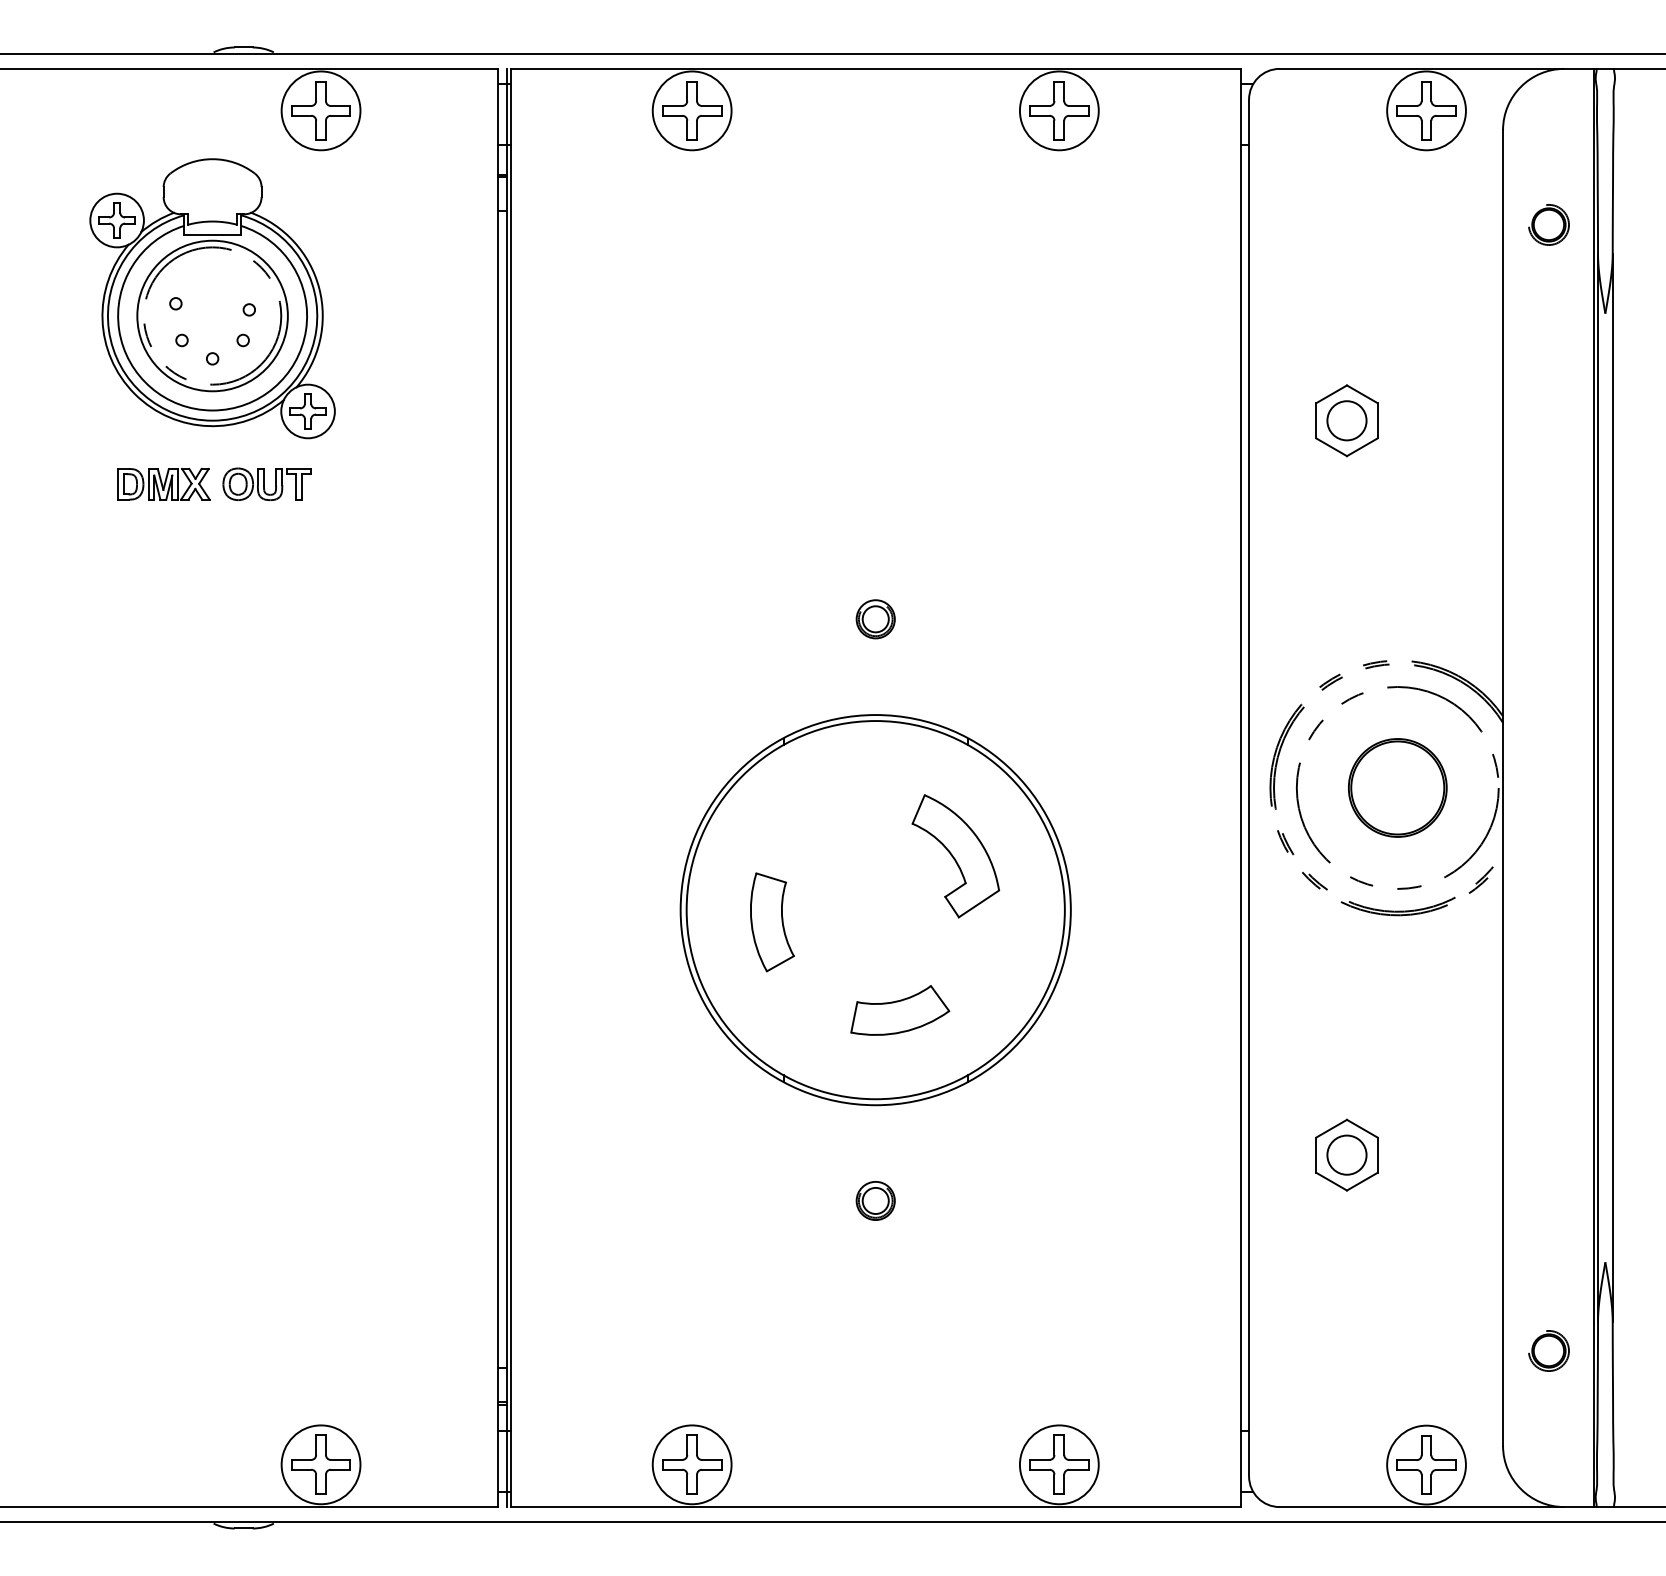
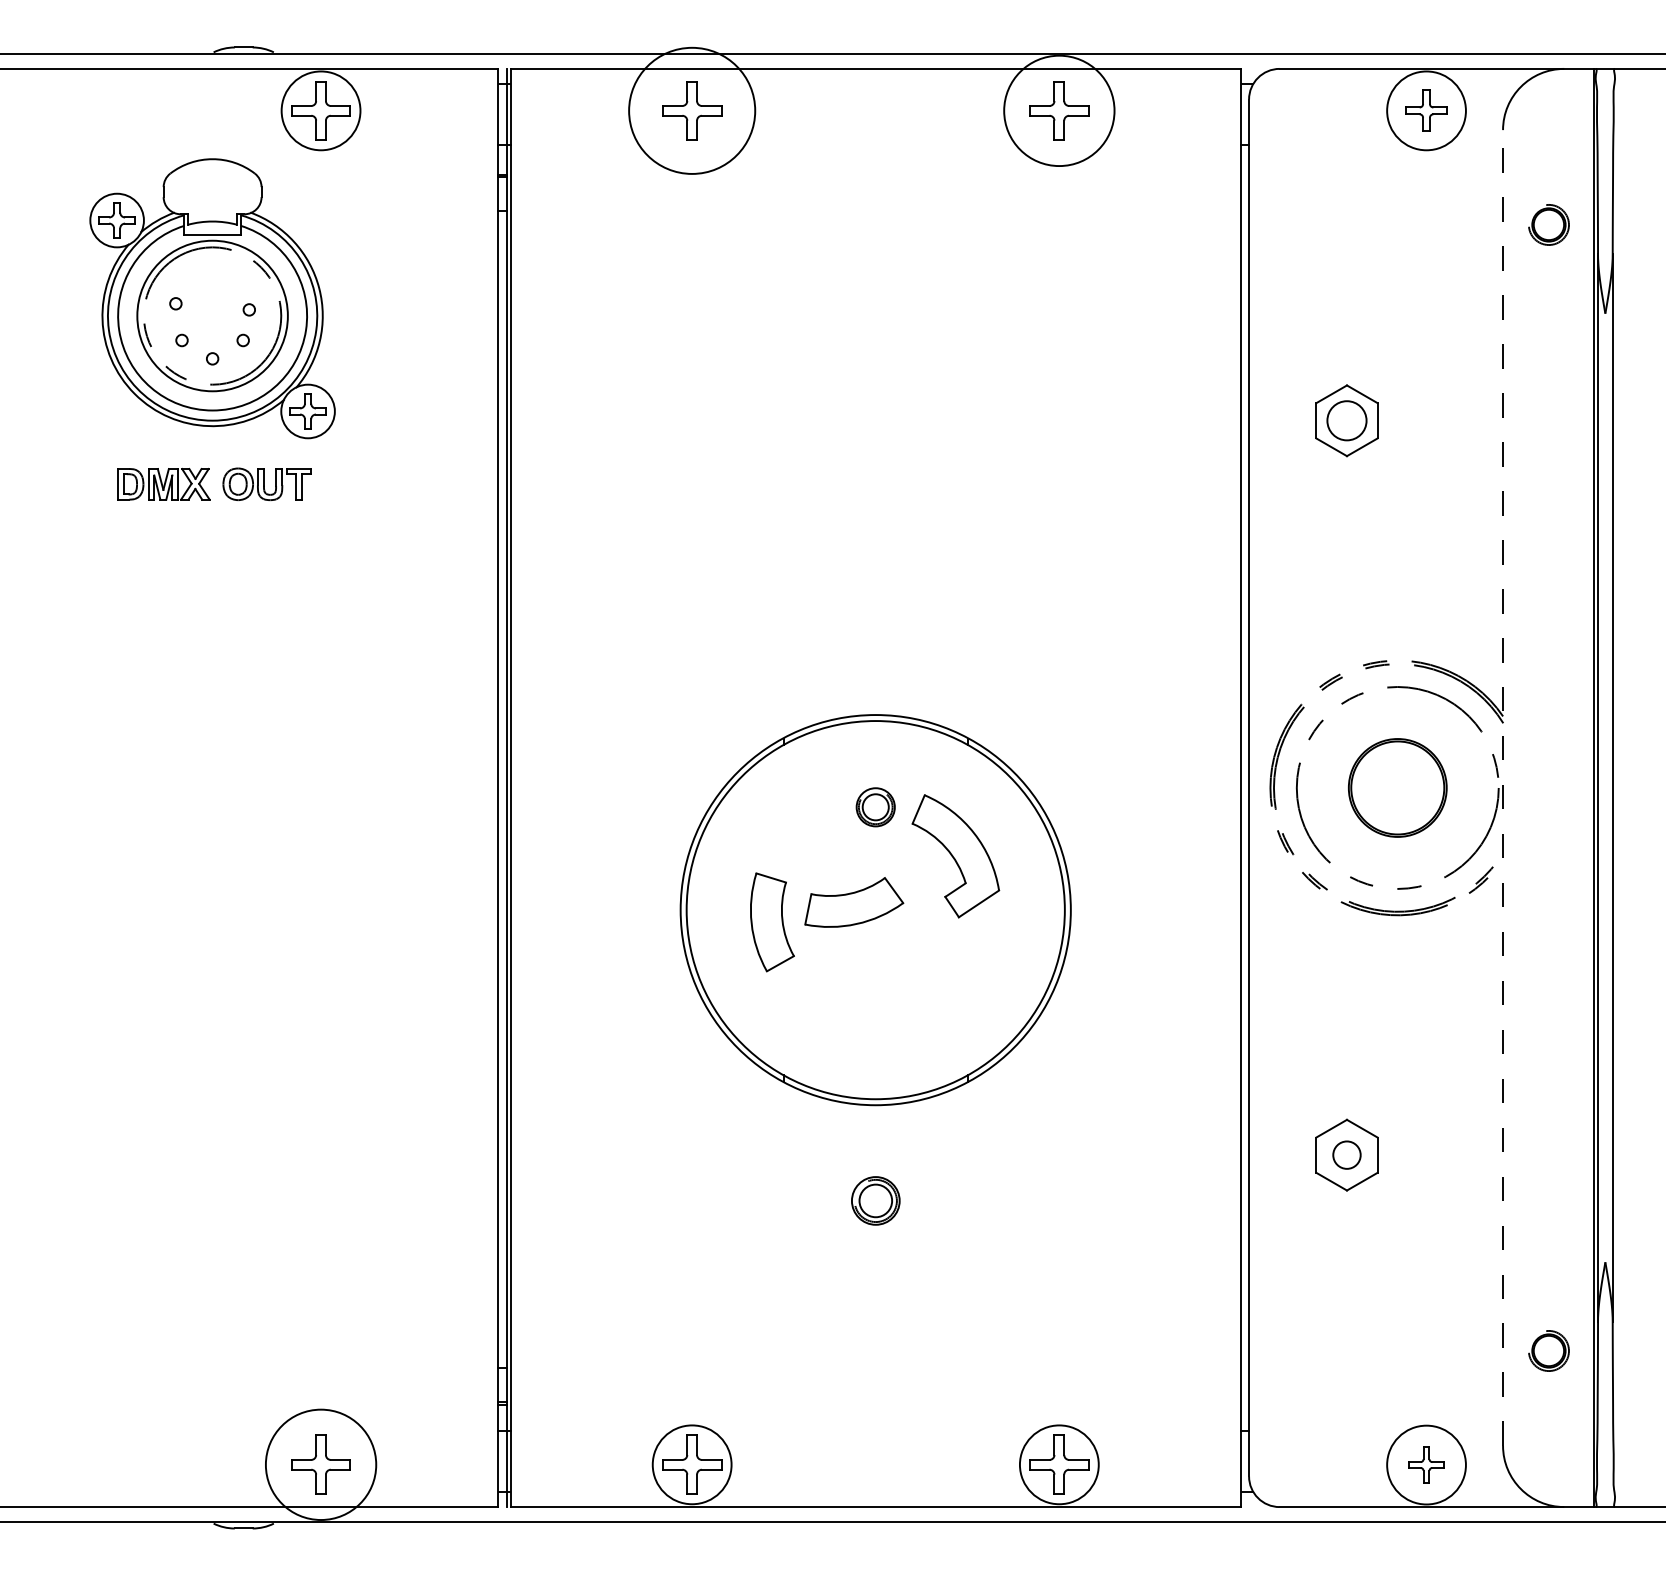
circle at (691, 110) diameter: 79 px -> 126 px
circle at (1058, 110) diameter: 79 px -> 110 px
part at (1426, 110) size: 61x60 px -> 43x43 px
part at (875, 619) position: (875, 619) -> (875, 807)
line at (1503, 787): solid -> dashed
part at (900, 1010) position: (900, 1010) -> (854, 902)
circle at (1346, 1154) diameter: 39 px -> 27 px
part at (875, 1200) size: 41x40 px -> 50x50 px
circle at (320, 1464) diameter: 79 px -> 110 px
part at (1426, 1464) size: 61x60 px -> 37x38 px
